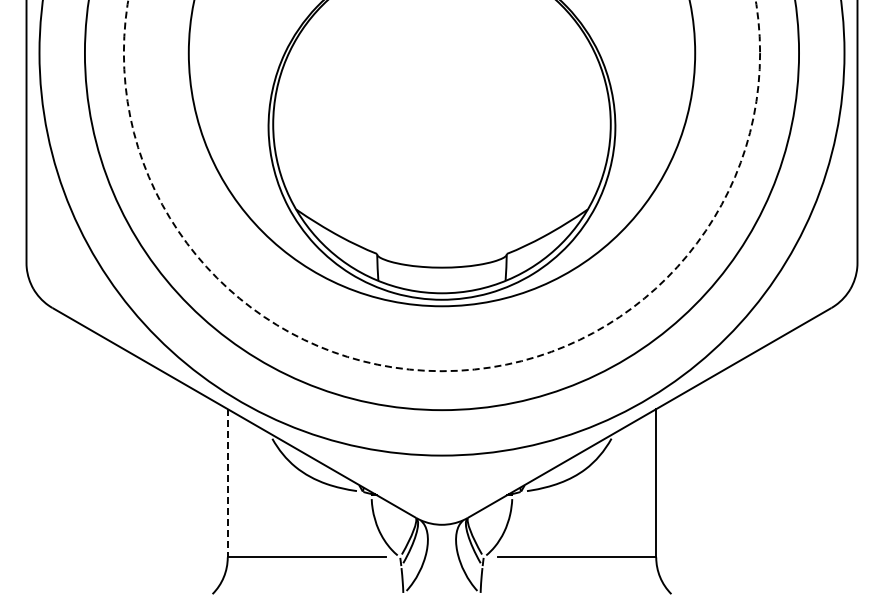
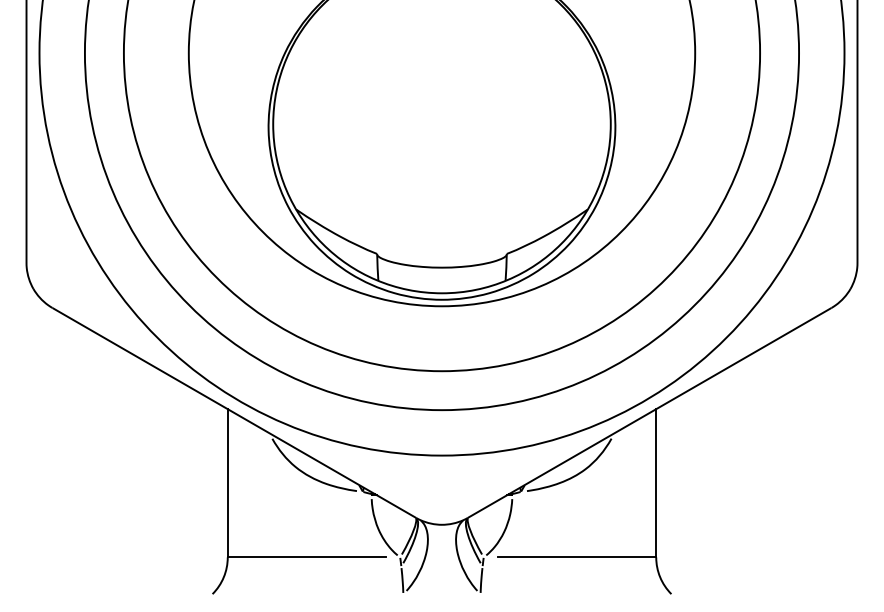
circle at (441, 185): dashed -> solid
line at (227, 483): dashed -> solid
